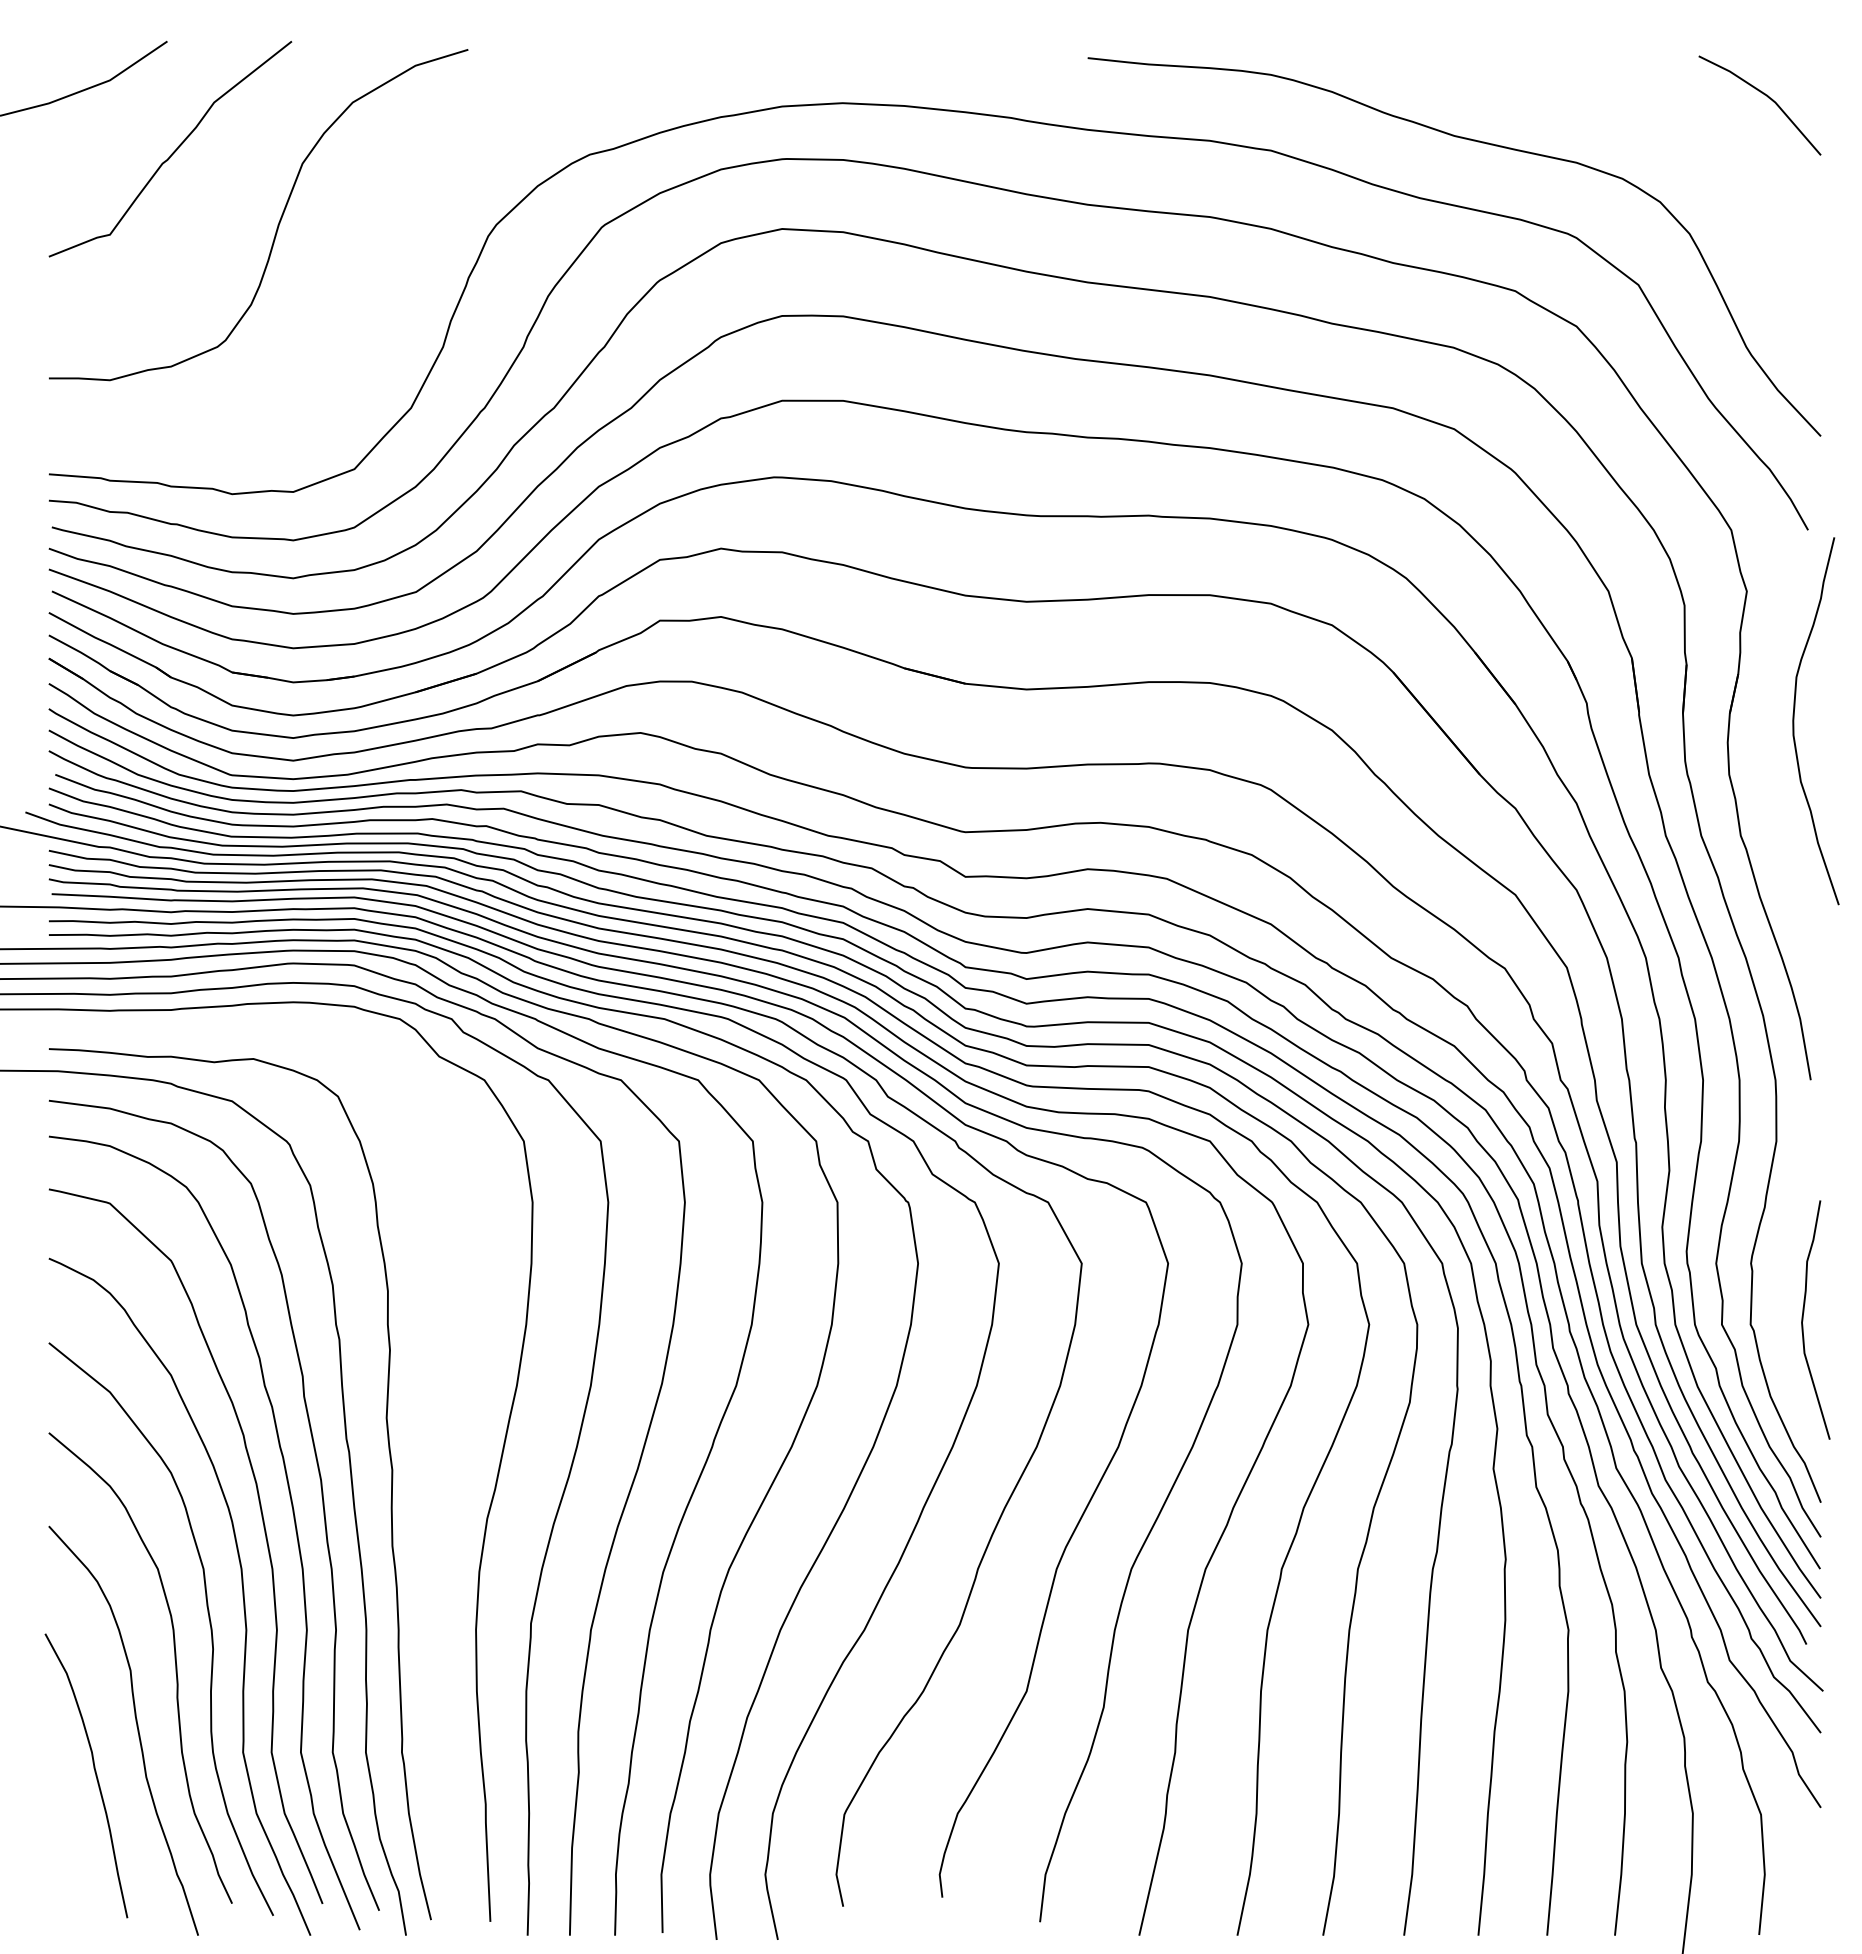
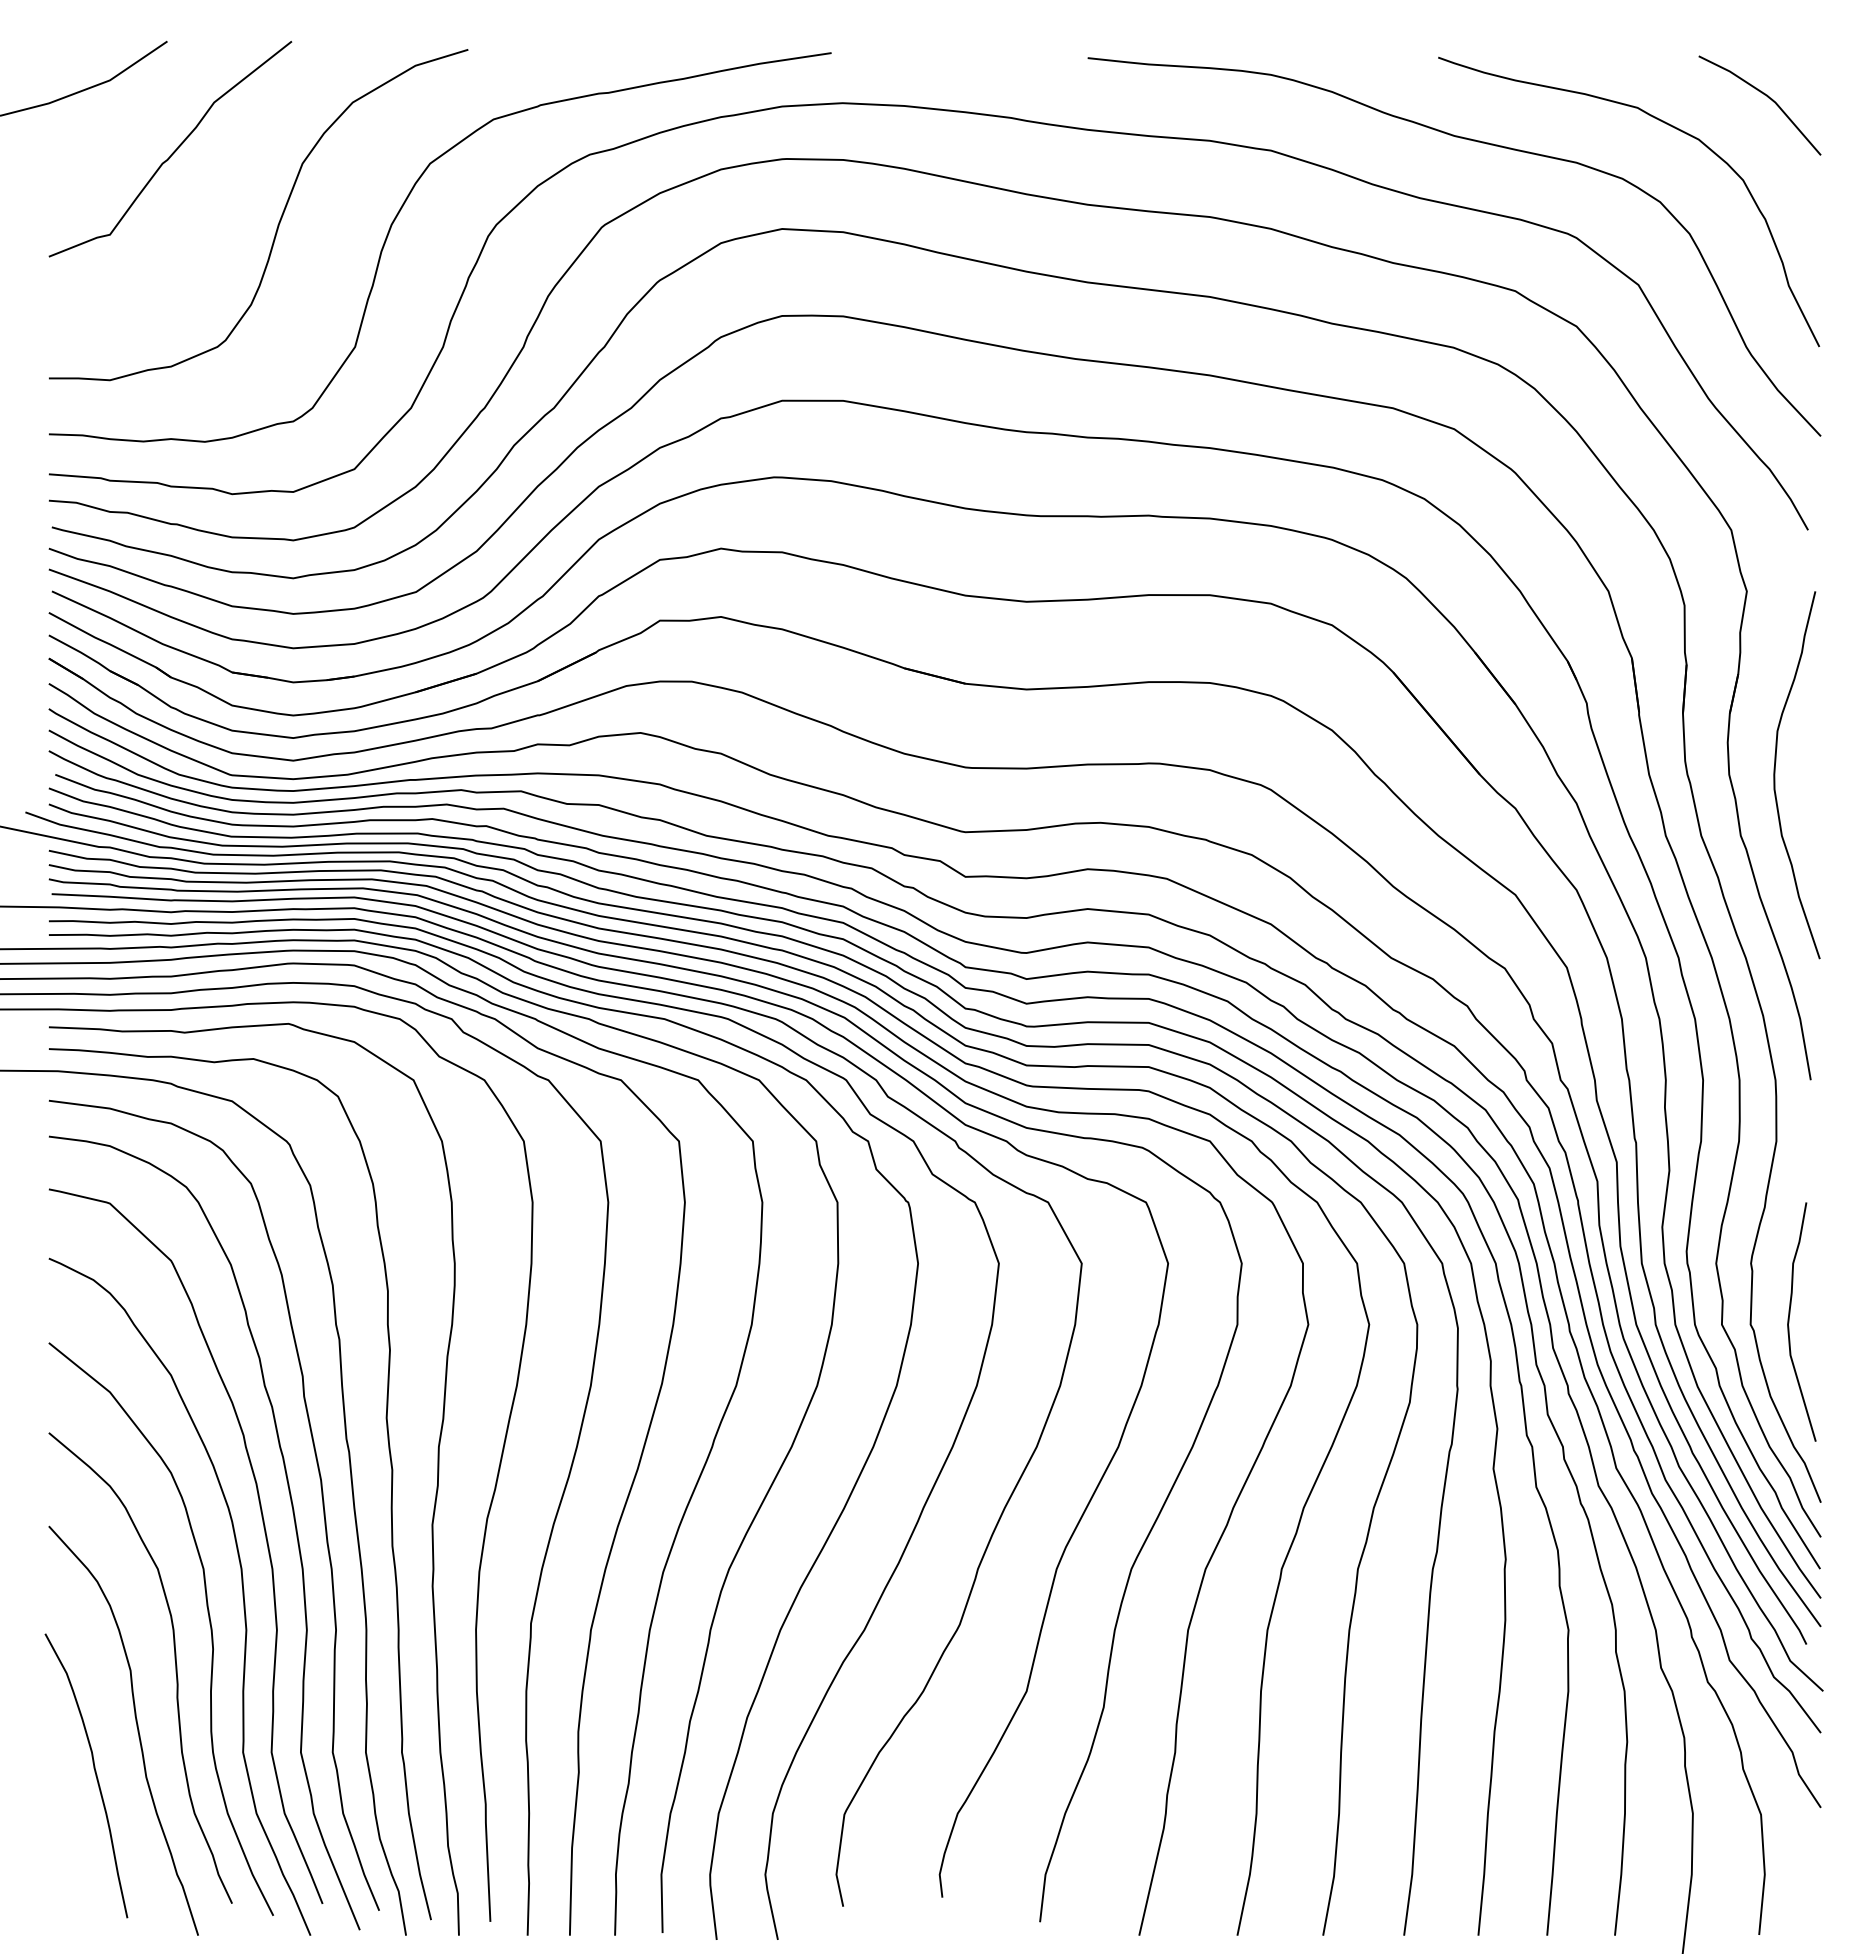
curve at (1668, 125): none -> present
curve at (395, 220): none -> present
curve at (1794, 721) position: (1794, 721) -> (1775, 775)
curve at (1803, 1319) position: (1803, 1319) -> (1789, 1321)
curve at (434, 1500): none -> present
